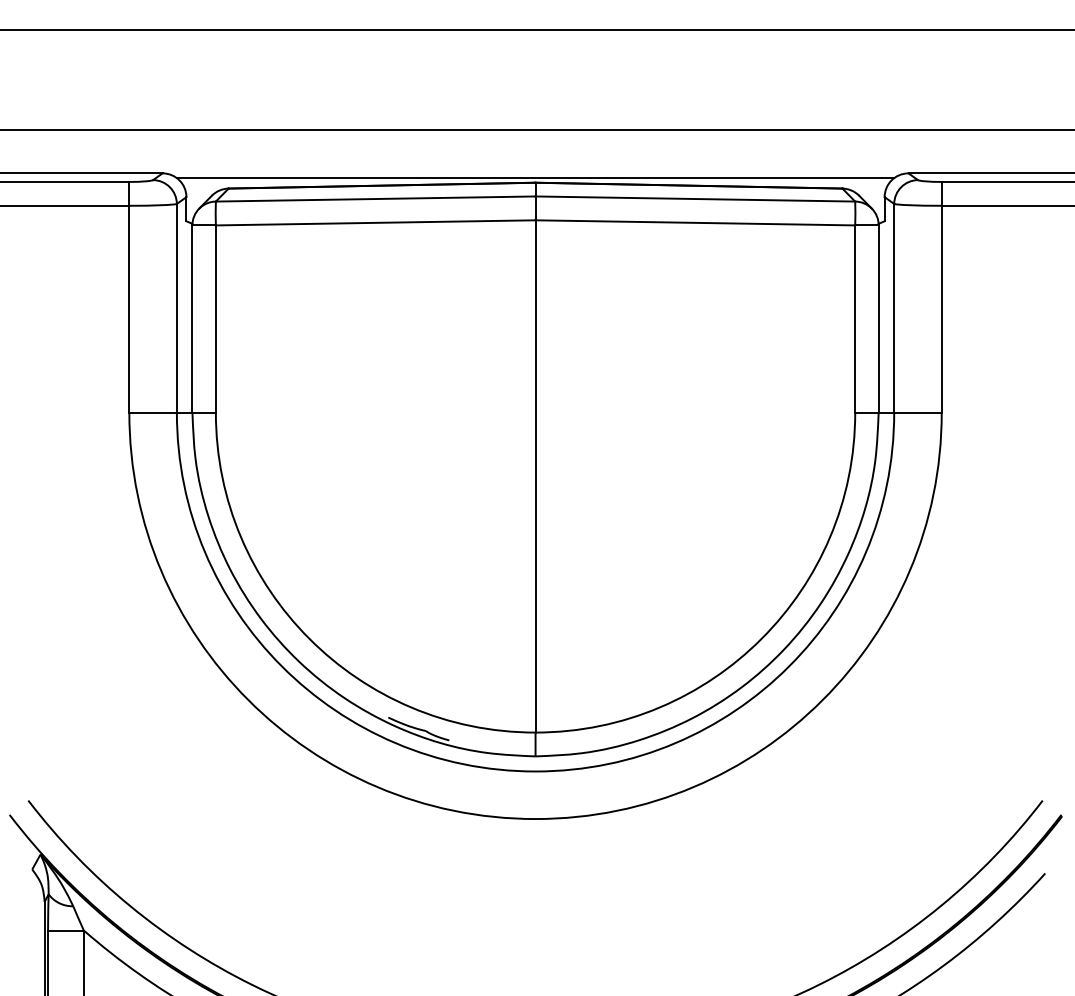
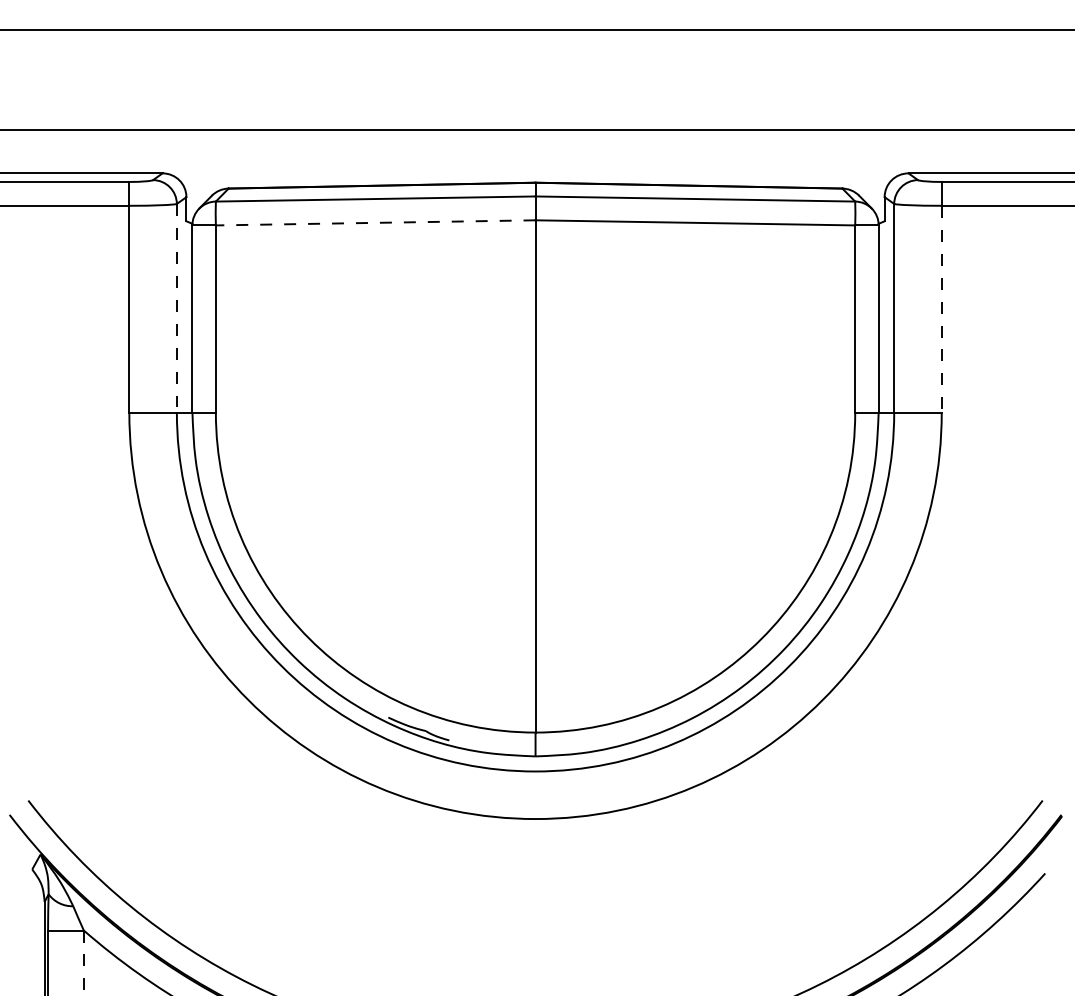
line at (535, 178): present -> none
line at (375, 222): solid -> dashed
line at (176, 308): solid -> dashed
line at (941, 309): solid -> dashed
line at (83, 963): solid -> dashed
